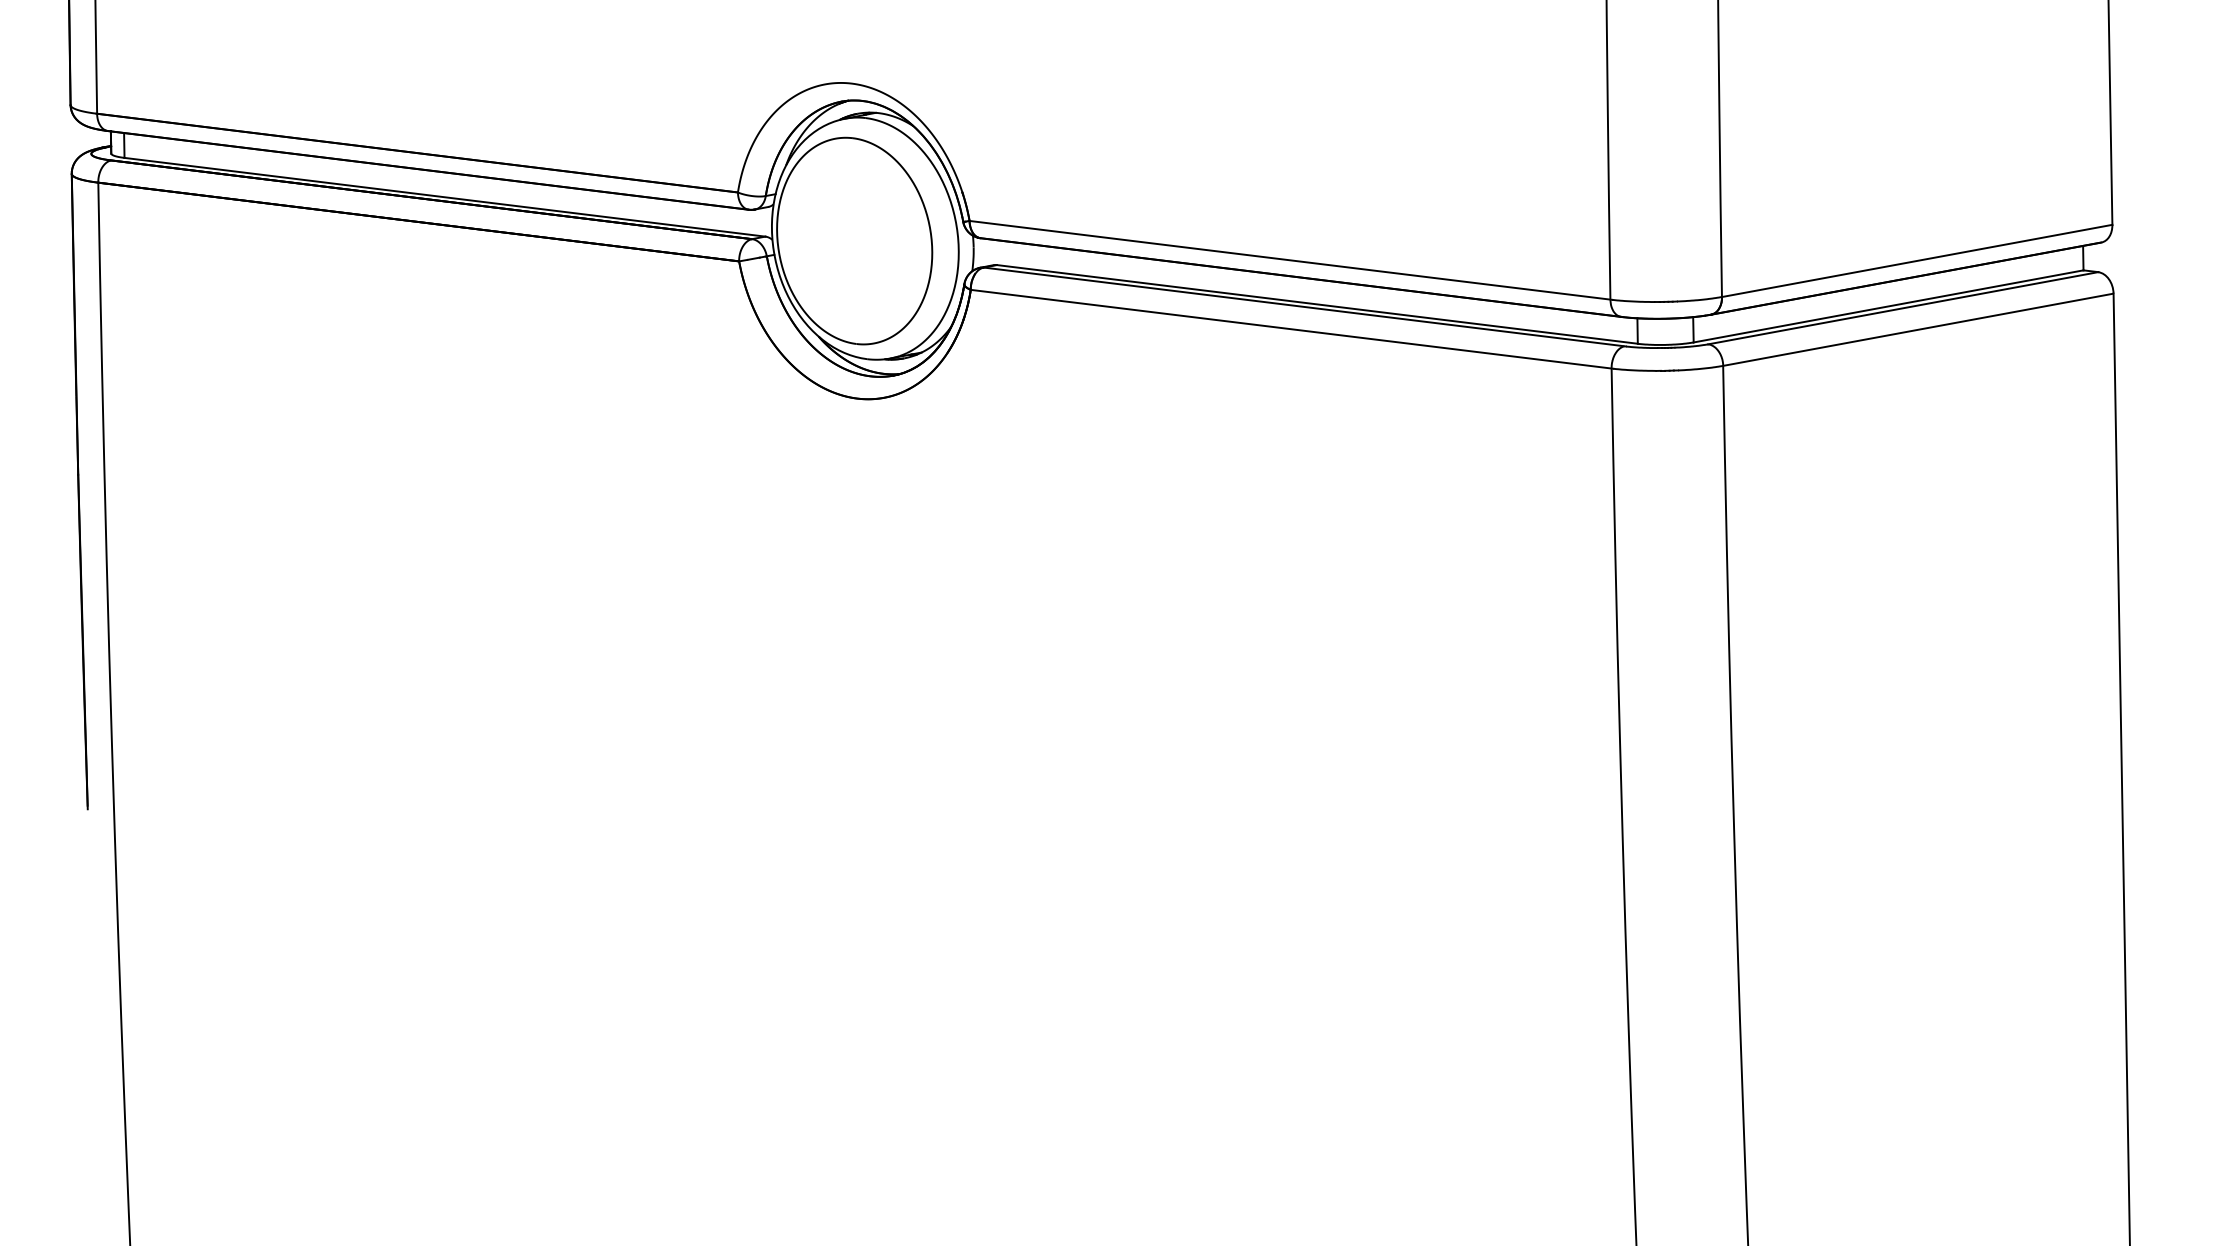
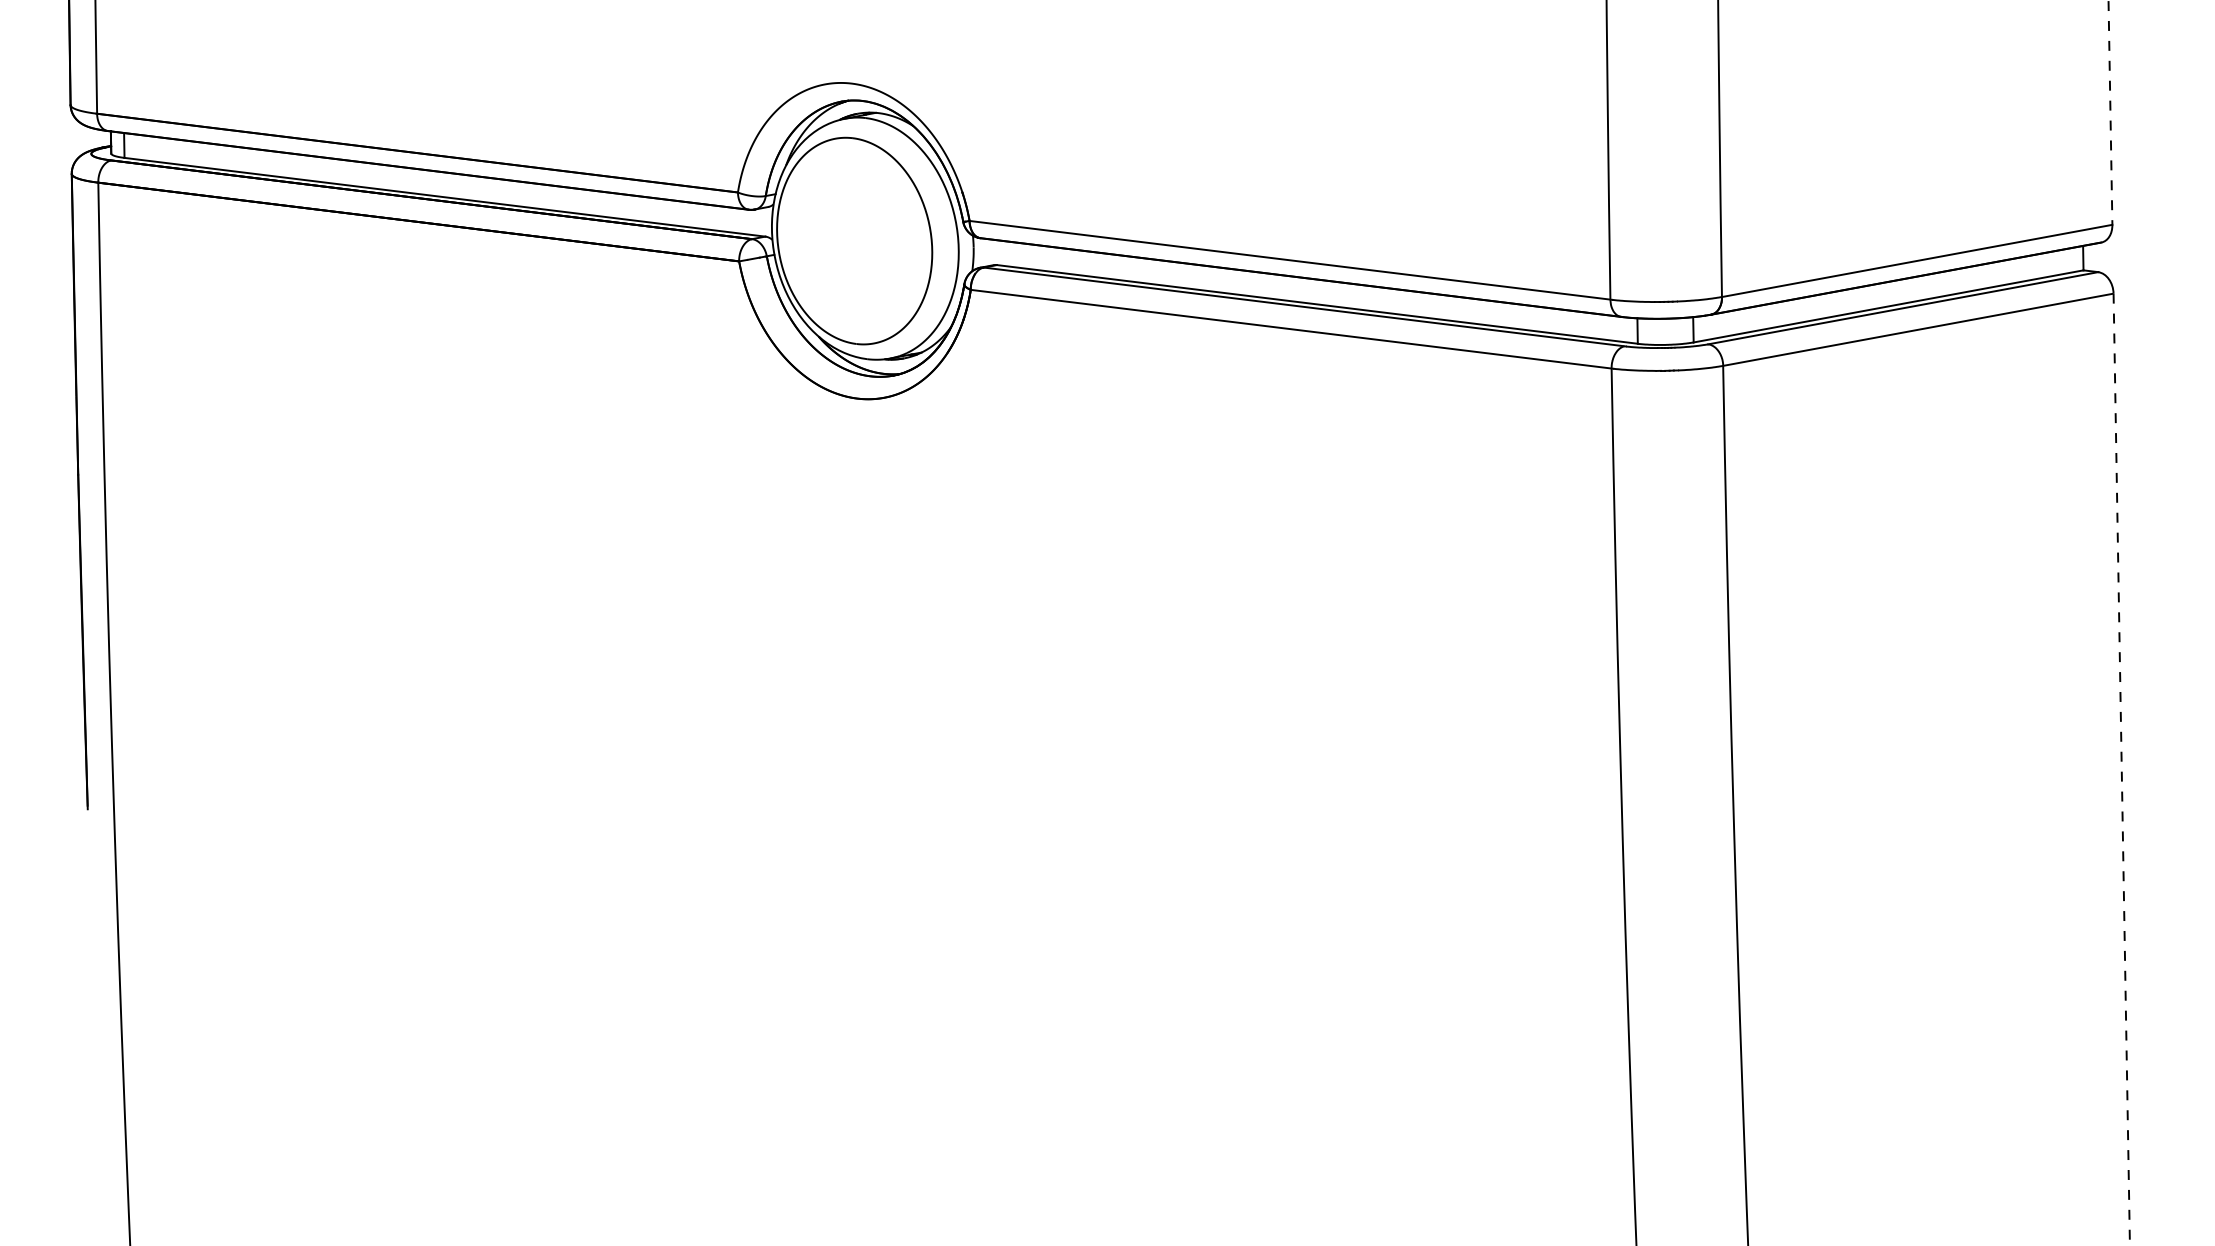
line at (2110, 112): solid -> dashed
line at (2121, 769): solid -> dashed
